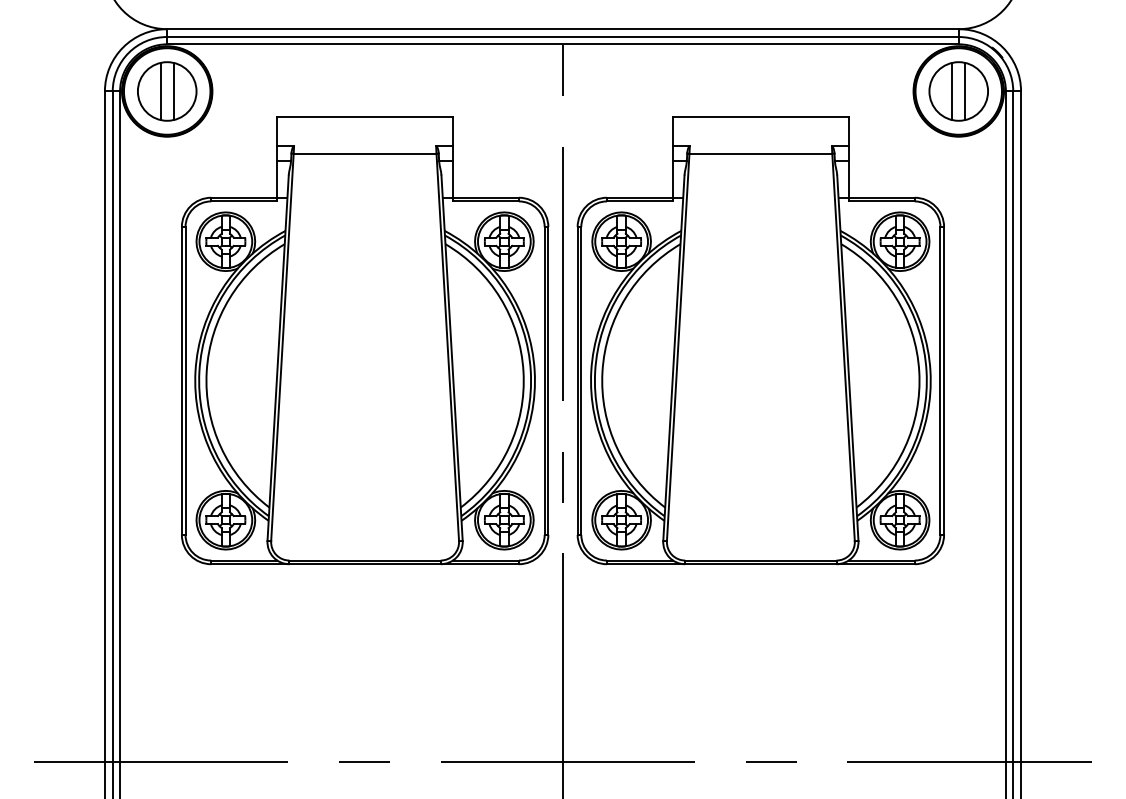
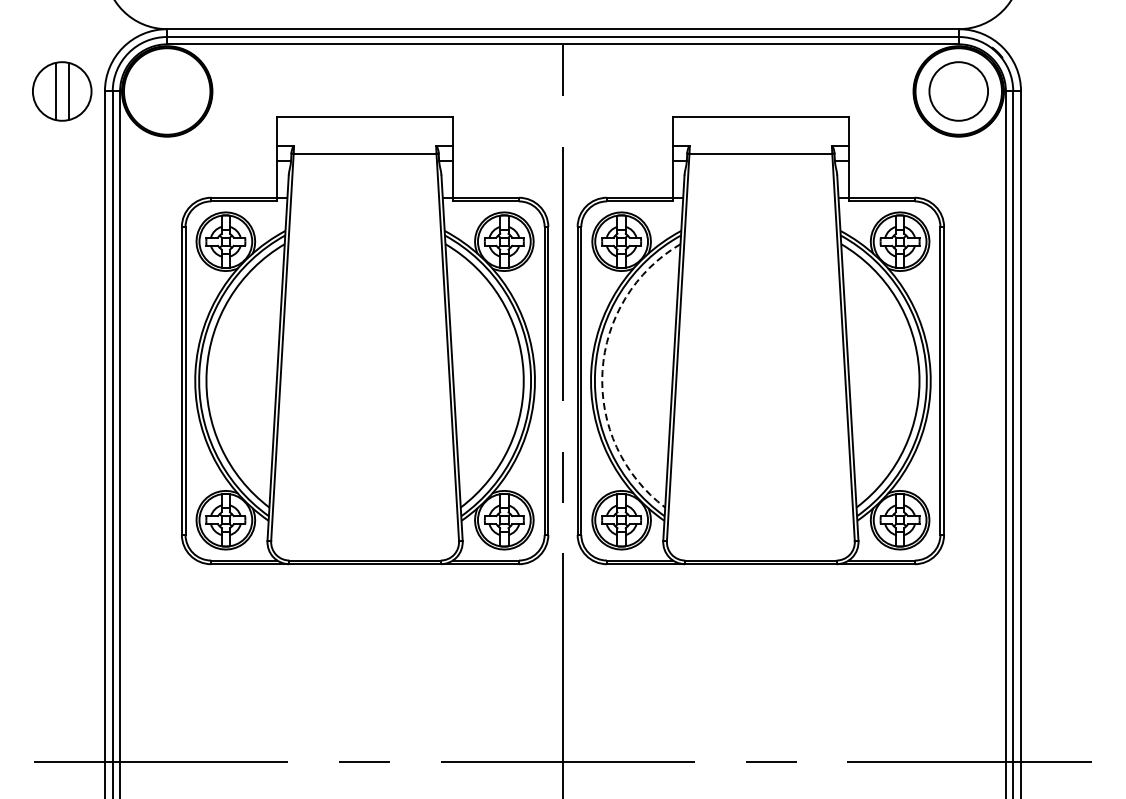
part at (167, 91) position: (167, 91) -> (62, 91)
line at (952, 91): present -> none
line at (965, 91): present -> none
arc at (602, 371): solid -> dashed
